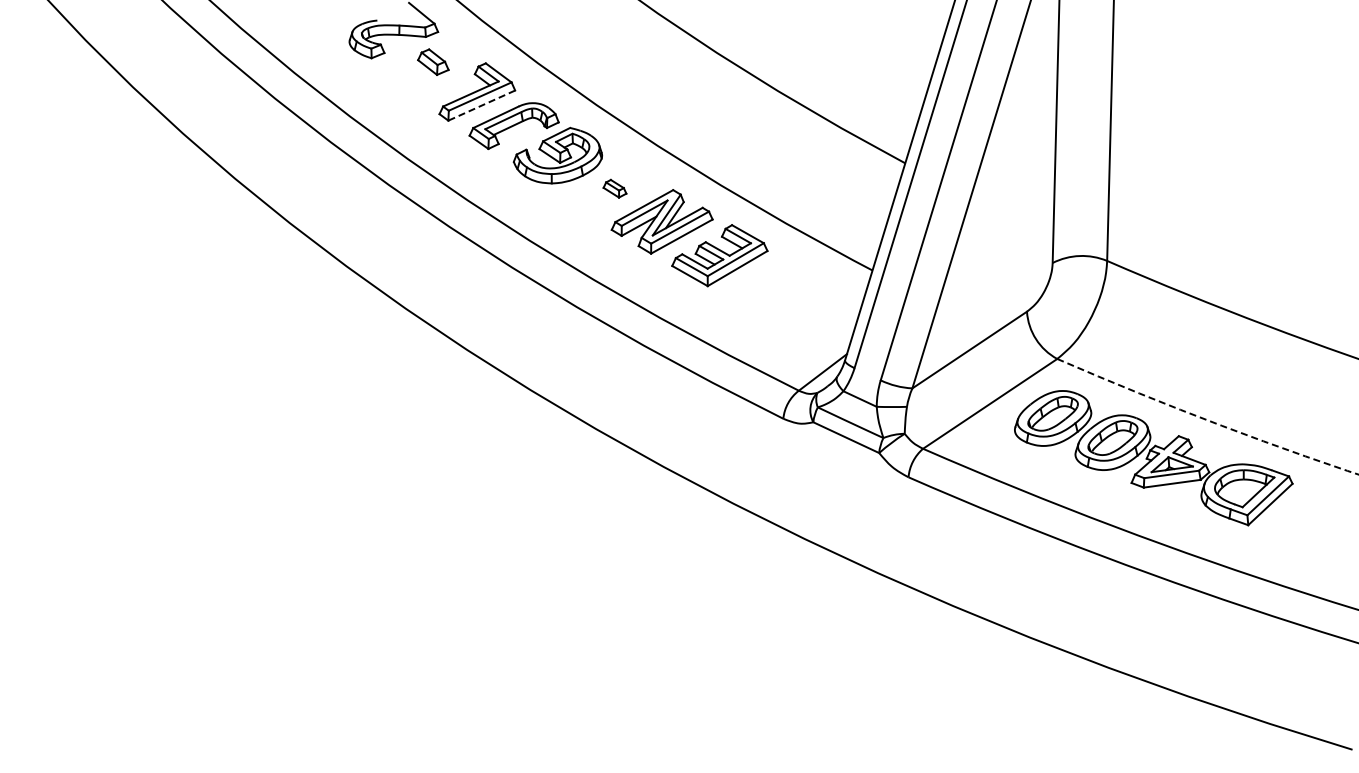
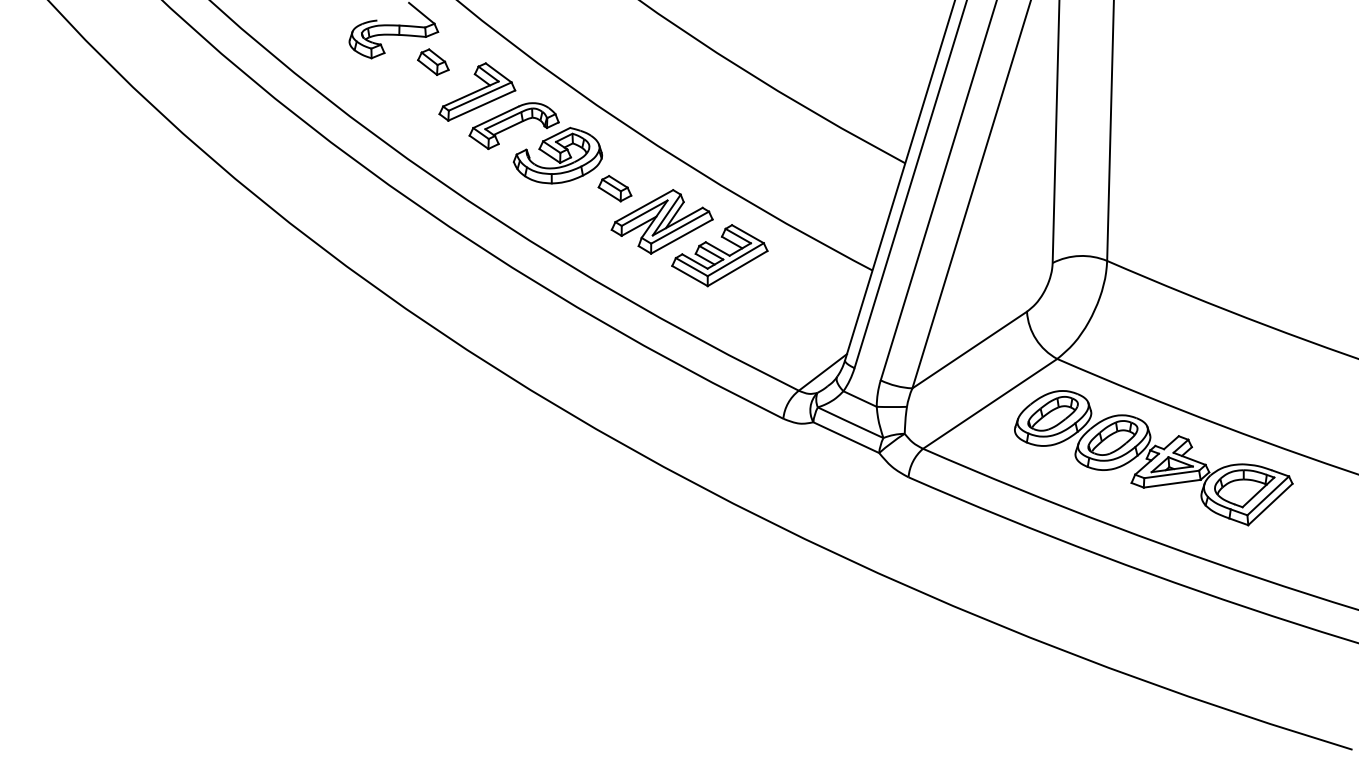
line at (481, 105): dashed -> solid
part at (614, 188) size: 26x21 px -> 36x28 px
arc at (1207, 420): dashed -> solid
